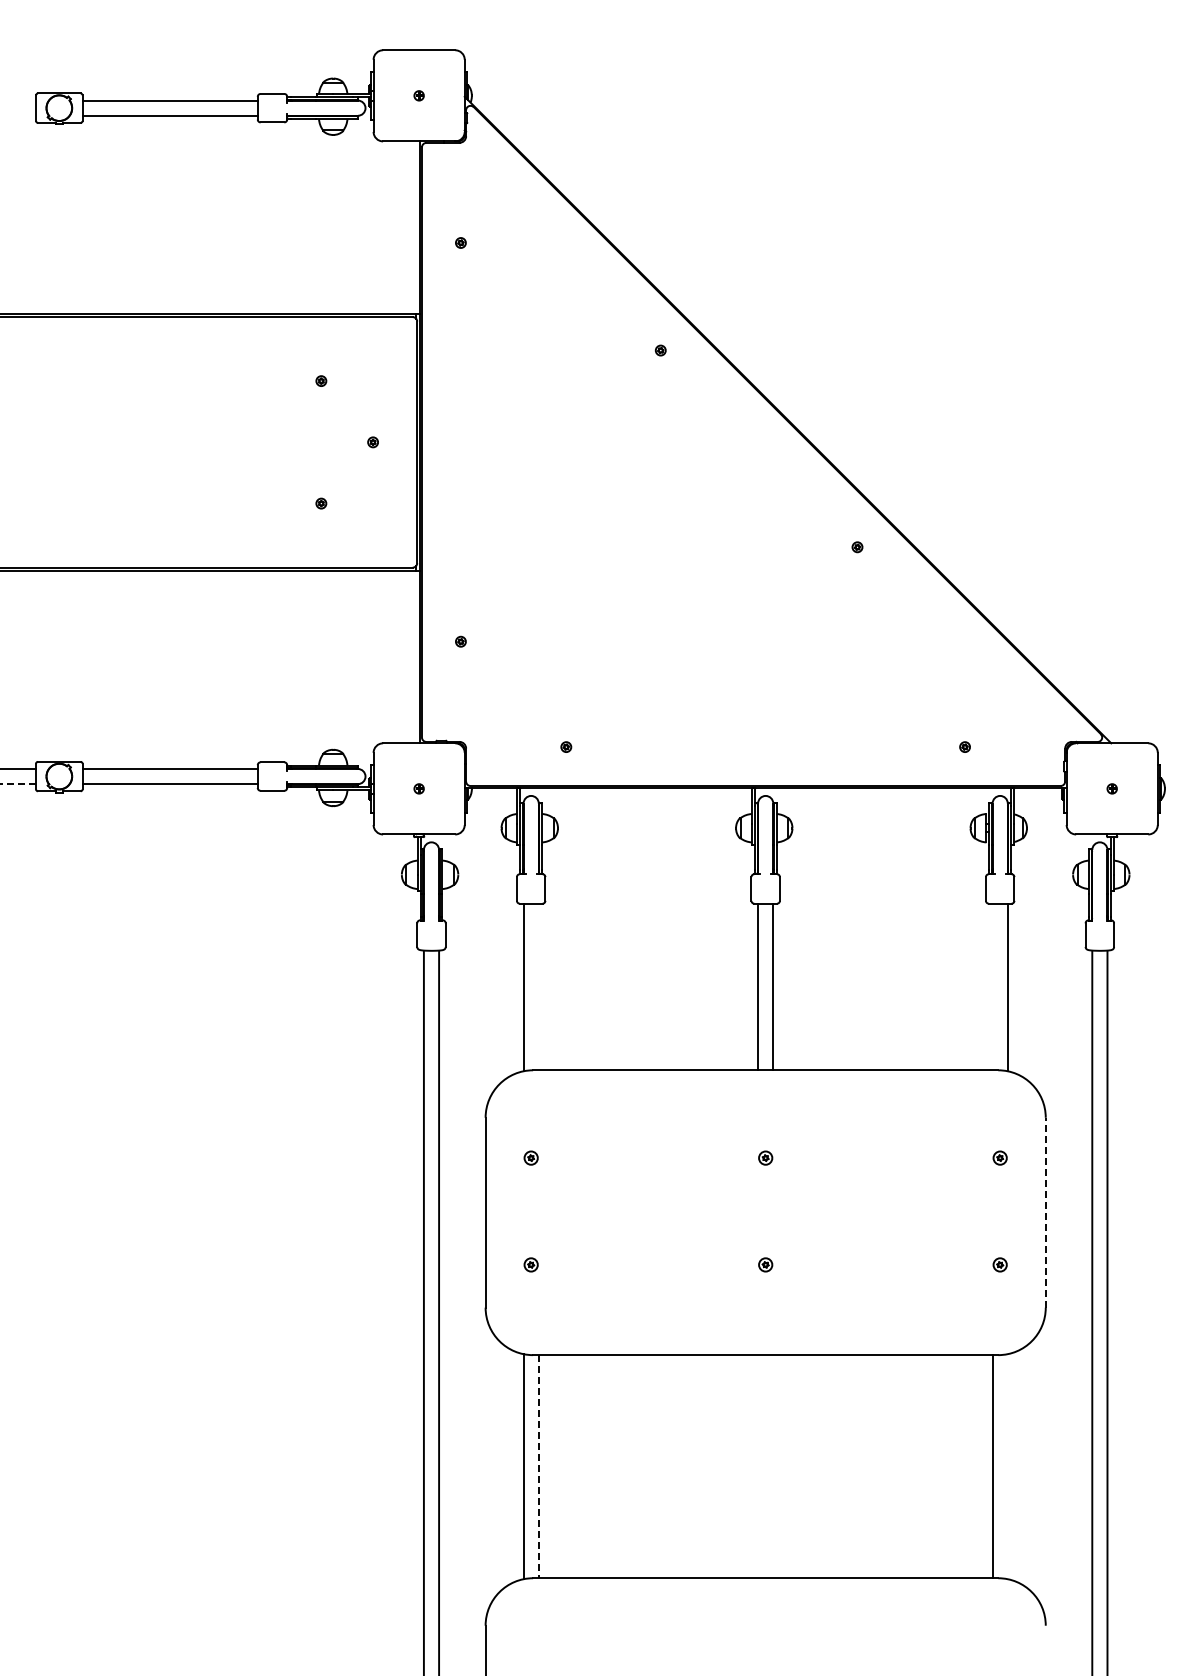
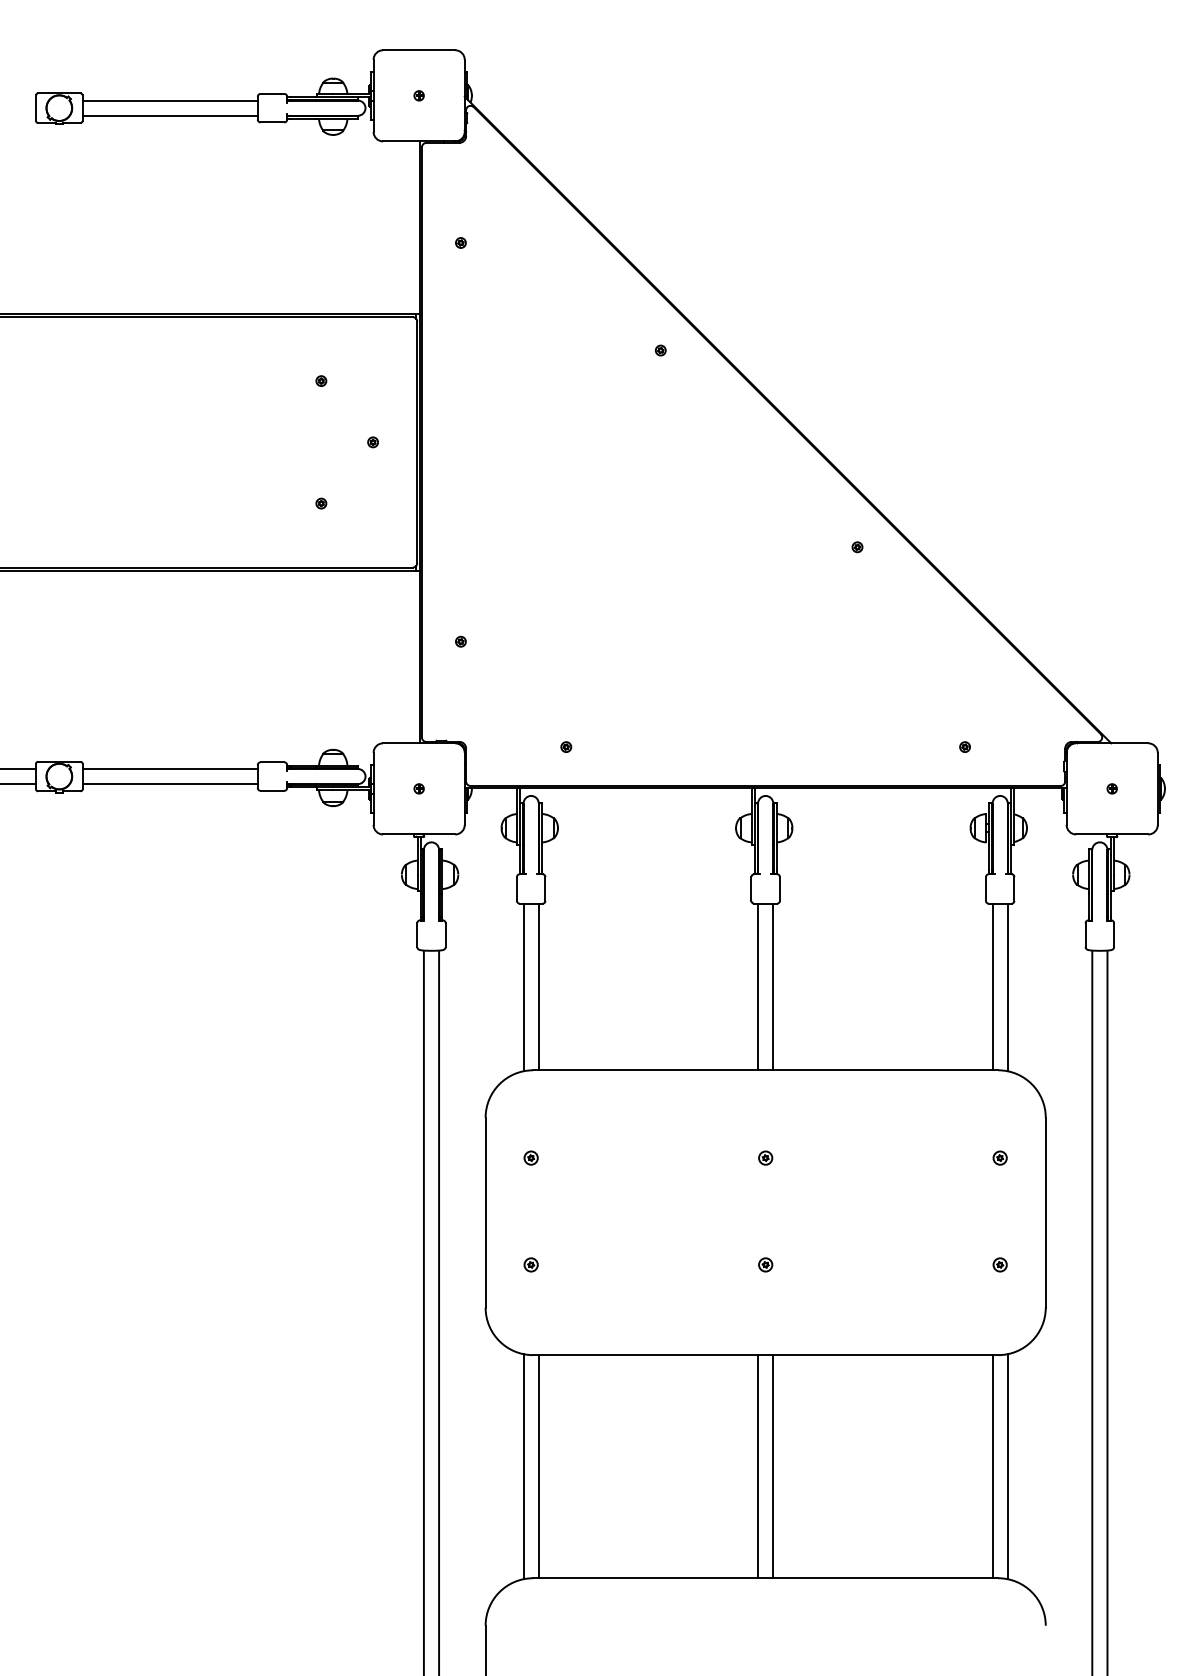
line at (18, 784): dashed -> solid
line at (538, 986): none -> present
line at (992, 986): none -> present
line at (1045, 1212): dashed -> solid
line at (538, 1466): dashed -> solid
line at (758, 1466): none -> present
line at (773, 1466): none -> present
line at (1007, 1466): none -> present
